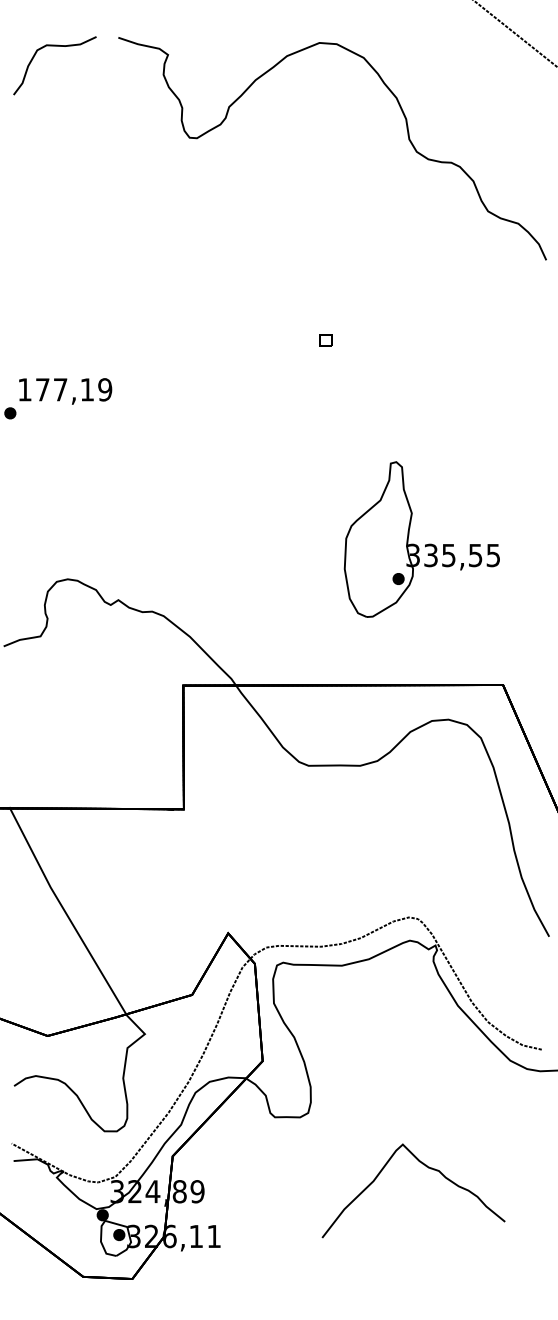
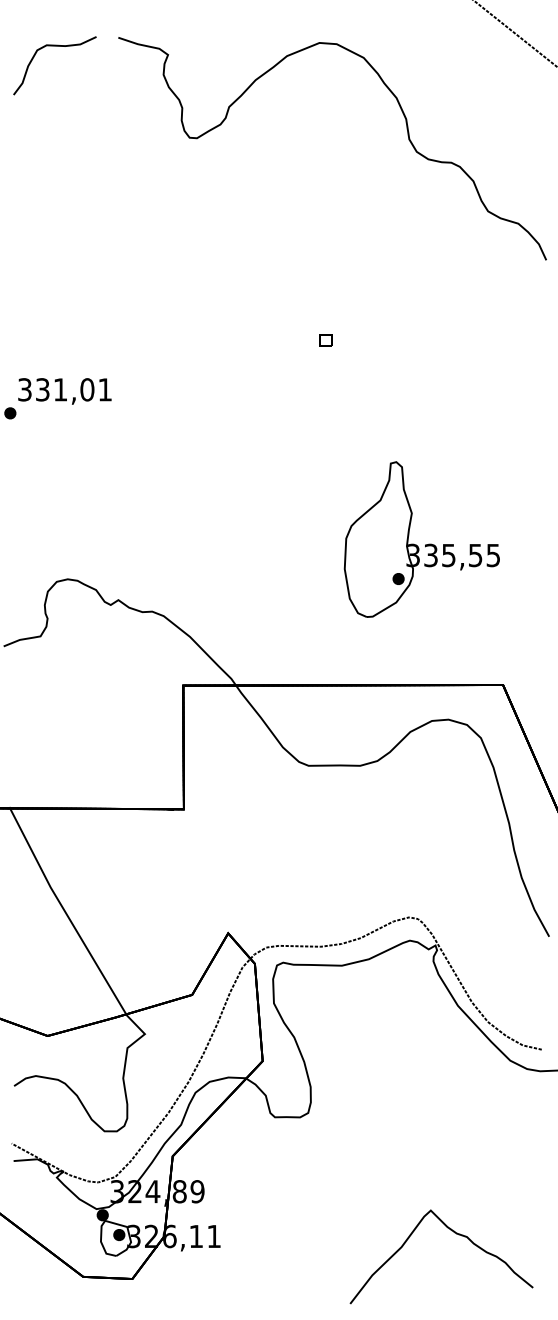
text at (65, 389): 177,19 -> 331,01
part at (426, 1167) position: (426, 1167) -> (454, 1233)
